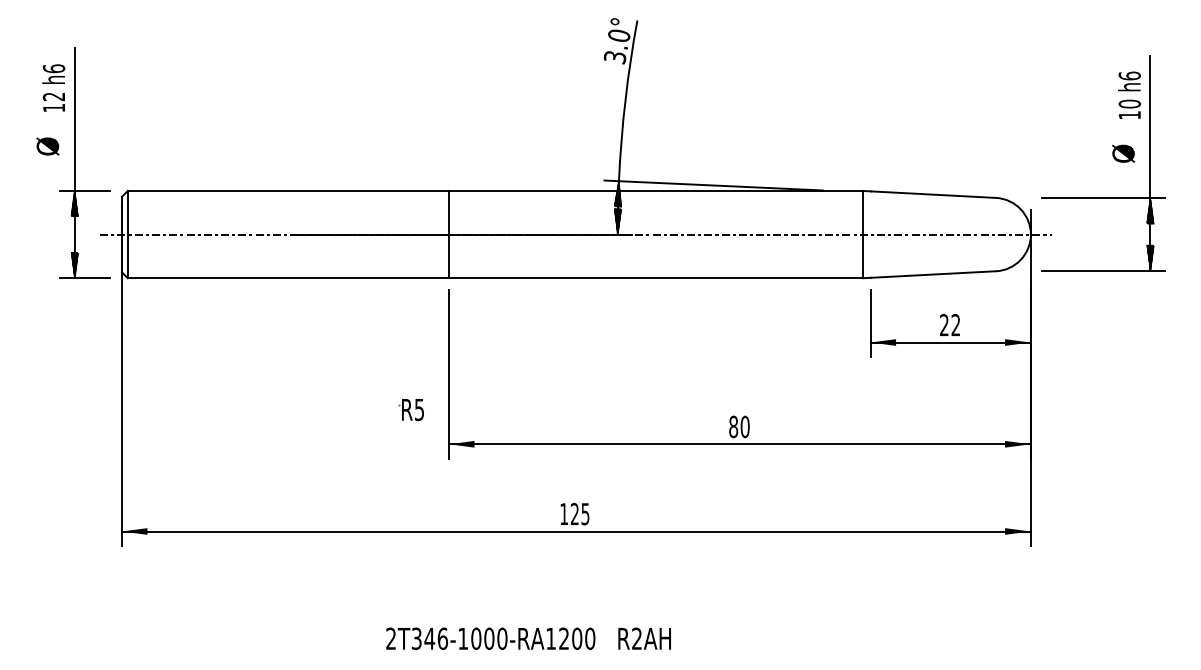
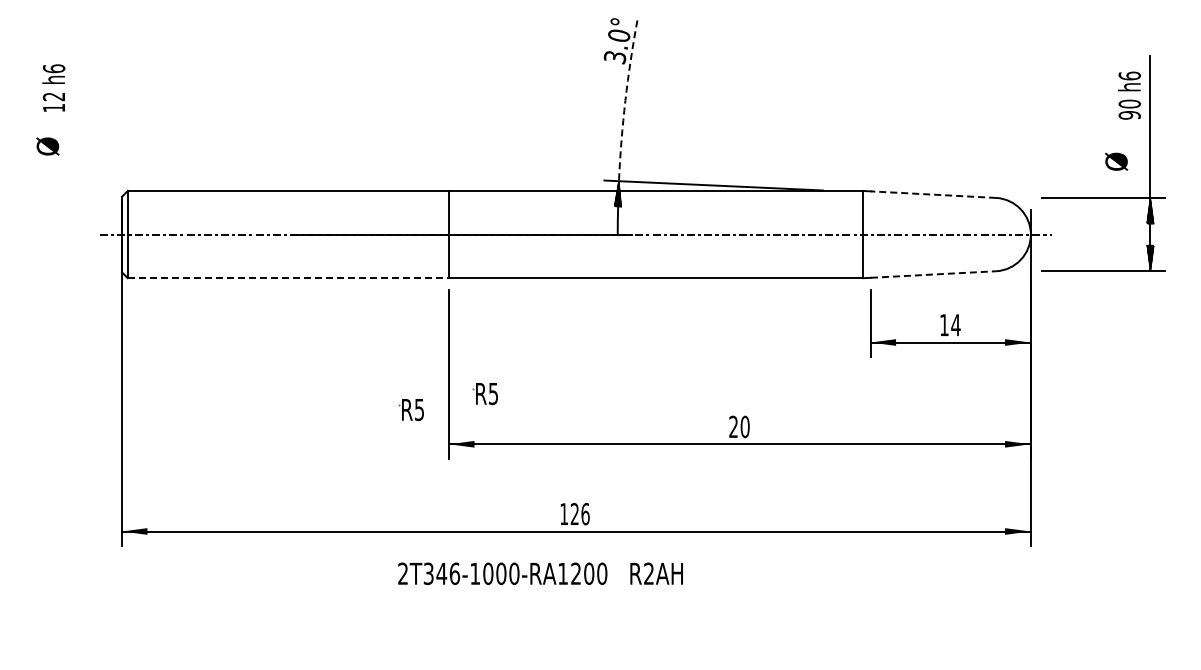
arc at (625, 100): solid -> dashed
text at (1129, 115): 10 -> 90
text at (1123, 153) position: (1123, 153) -> (1116, 161)
part at (75, 162): present -> none
line at (933, 194): solid -> dashed
hatch at (617, 221): present -> none
line at (933, 274): solid -> dashed
line at (288, 278): solid -> dashed
text at (950, 325): 22 -> 14
part at (484, 394): none -> present
text at (733, 426): 80 -> 20
text at (585, 513): 125 -> 126
text at (528, 638) position: (528, 638) -> (540, 573)
